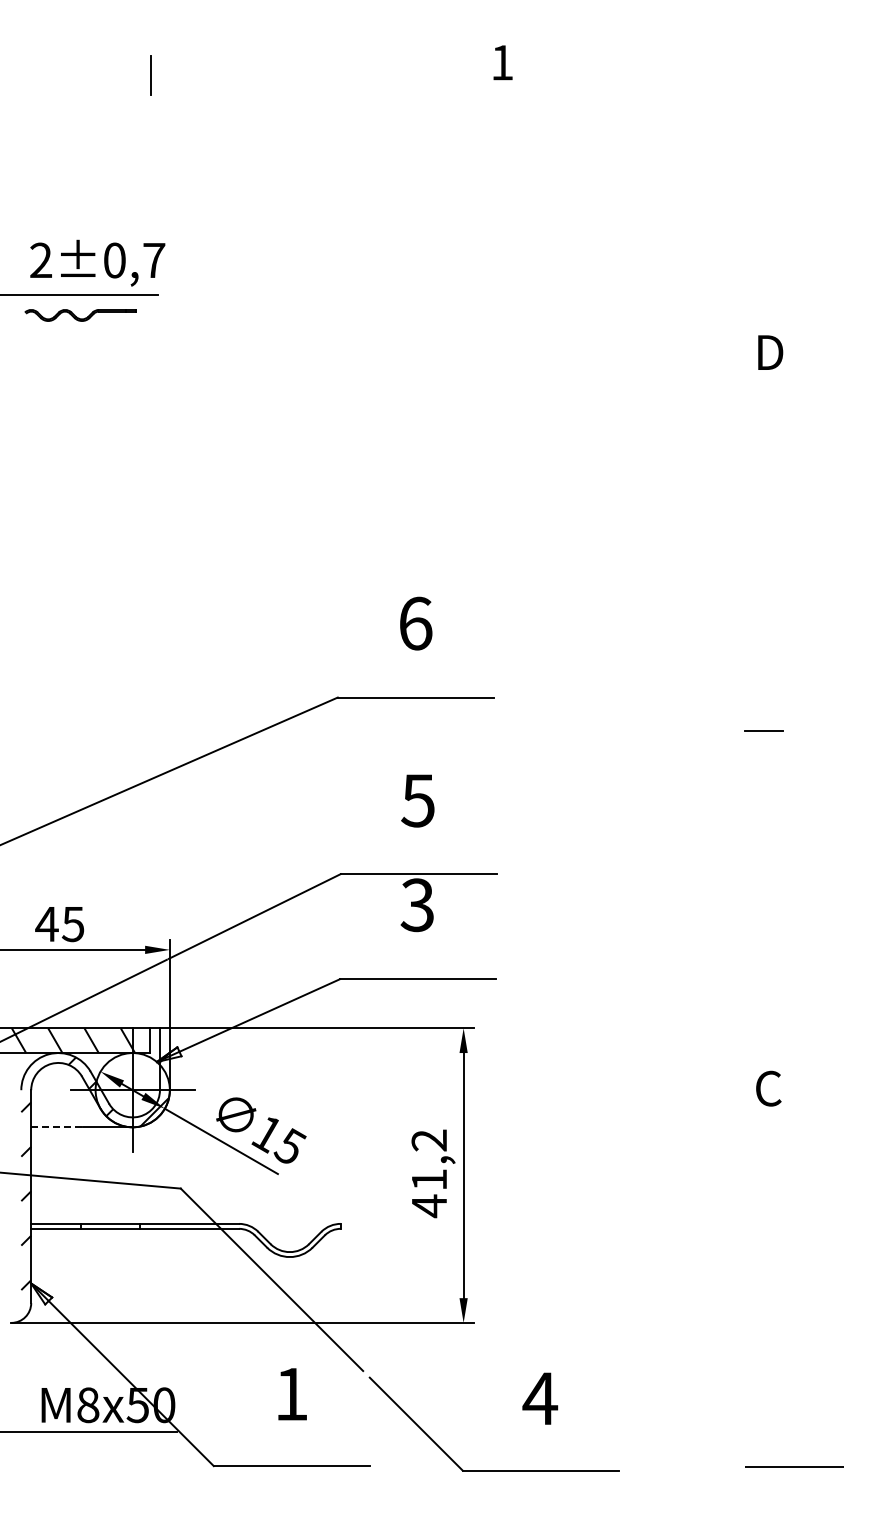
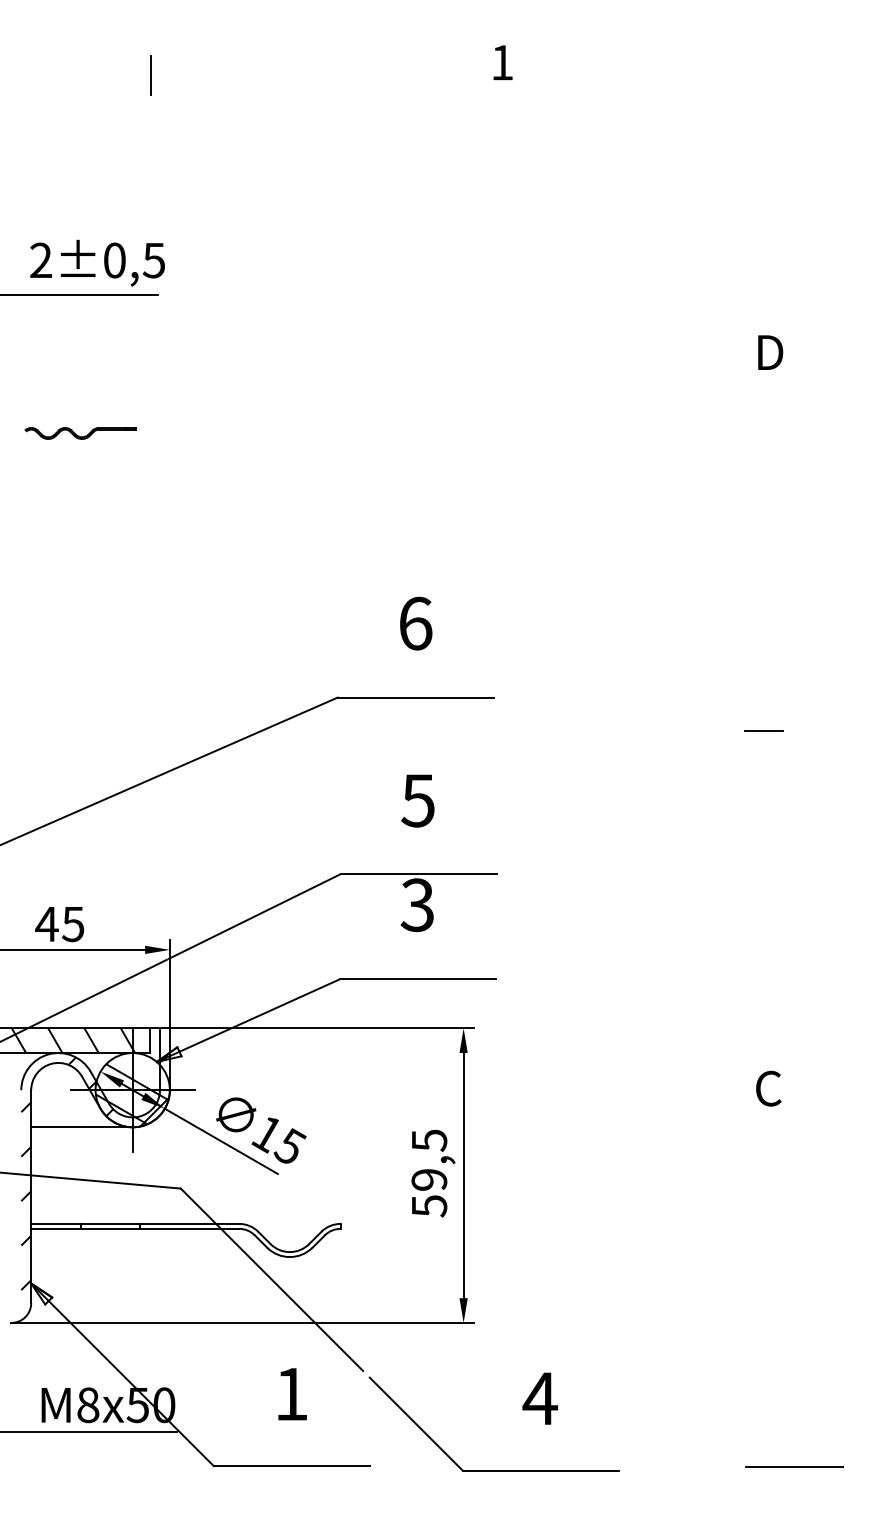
text at (153, 260): ±0,7 -> ±0,5
part at (80, 315) position: (80, 315) -> (80, 433)
hatch at (131, 1094): none -> present
line at (57, 1127): dashed -> solid
text at (429, 1173): 41,2 -> 59,5
